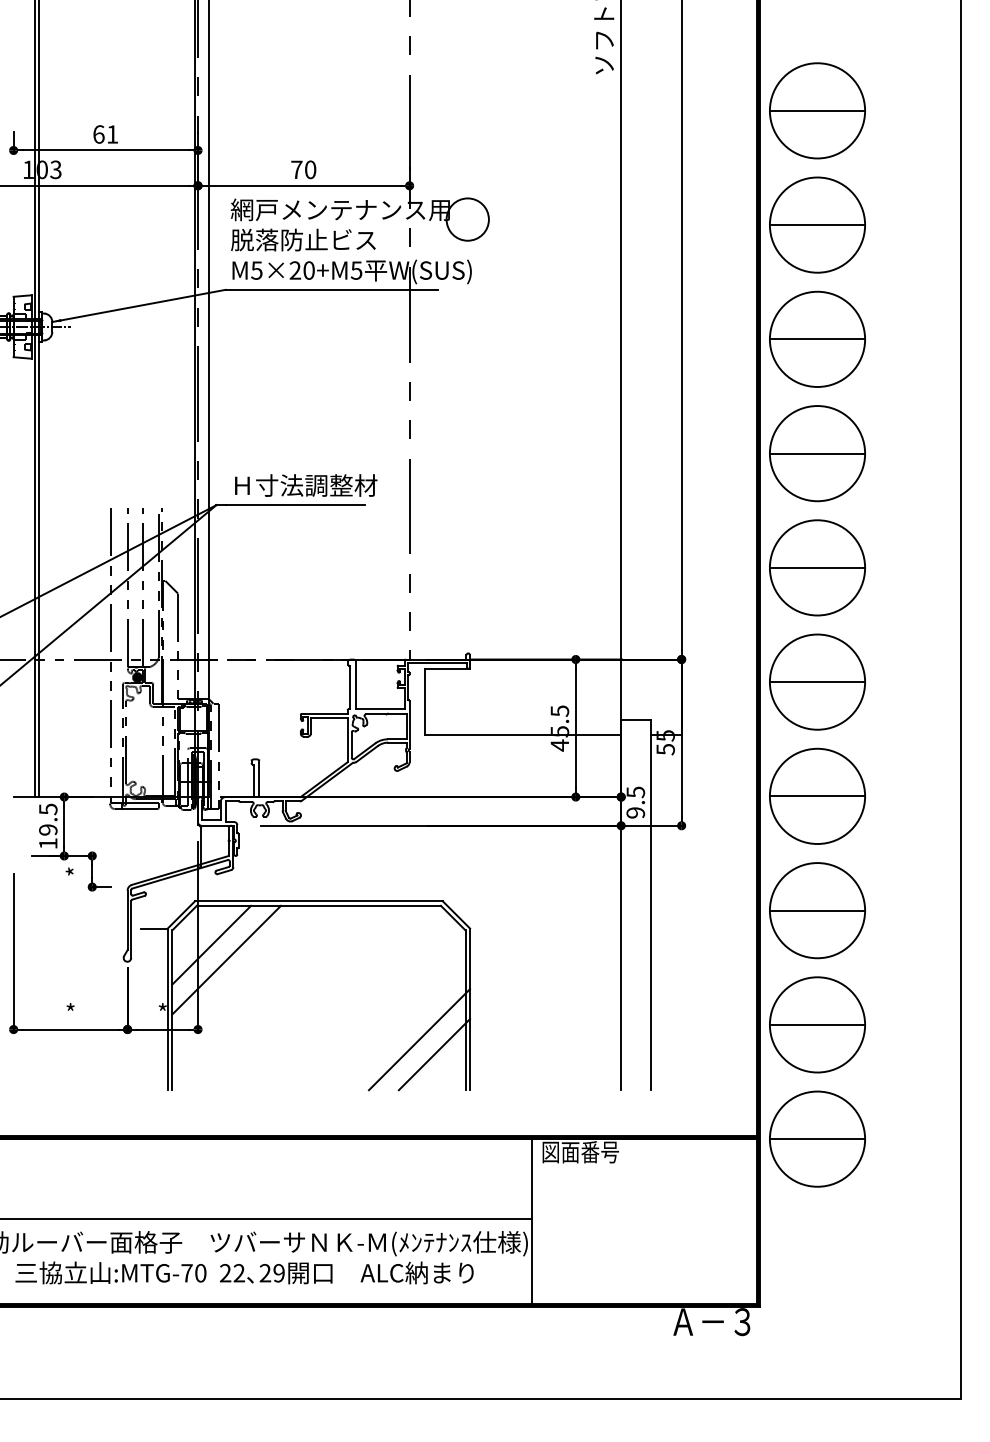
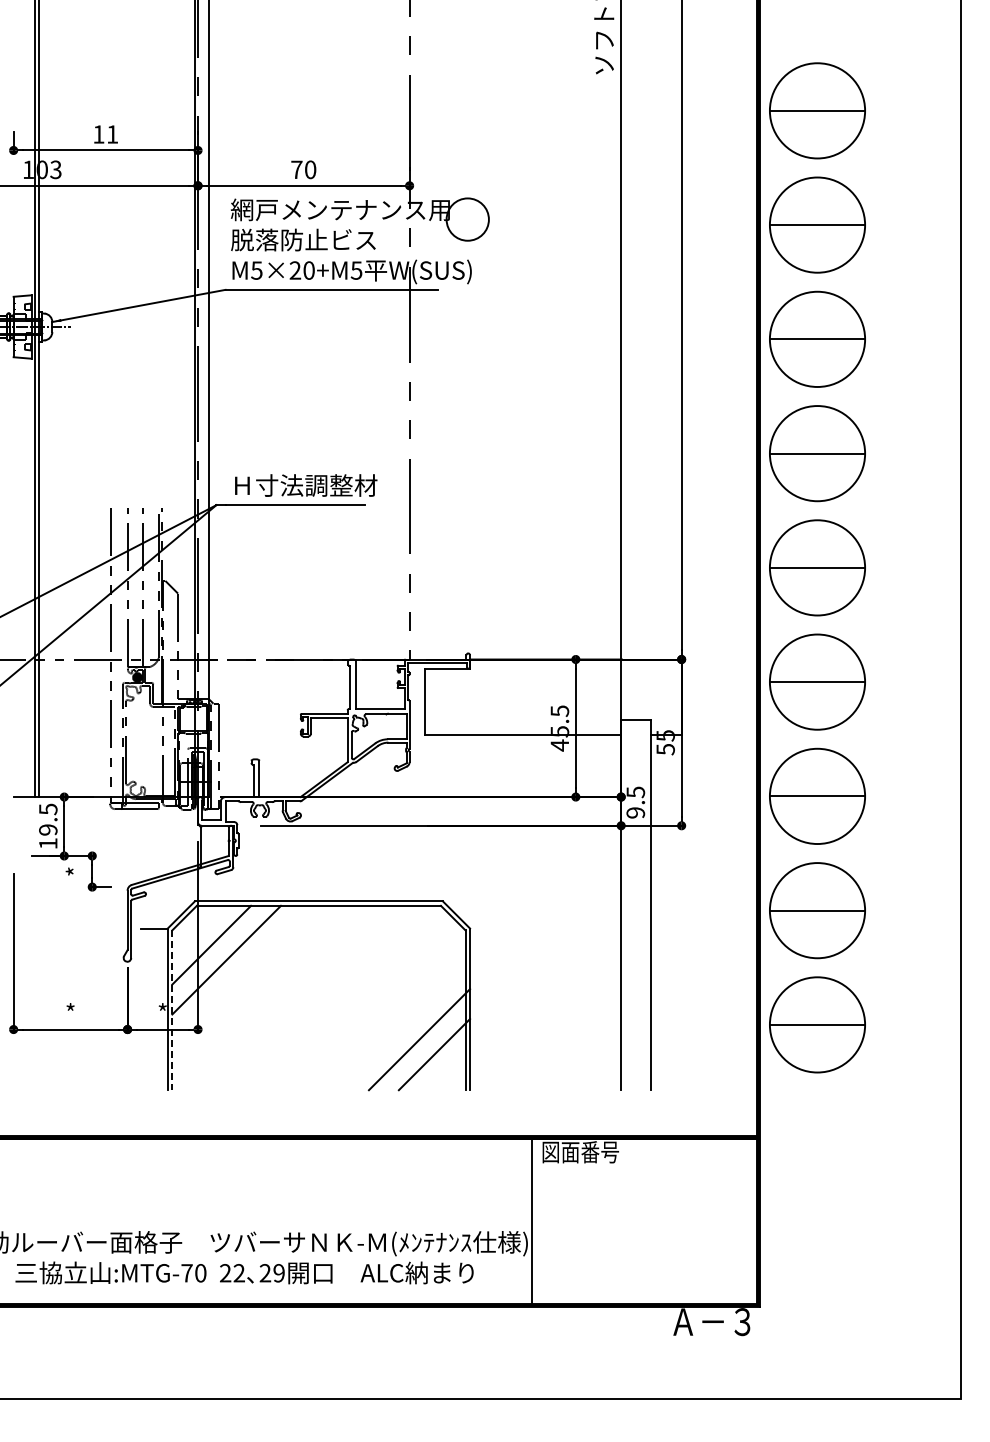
text at (98, 134): 61 -> 11
line at (172, 1010): solid -> dashed
part at (817, 1138): present -> none
line at (266, 1218): present -> none
